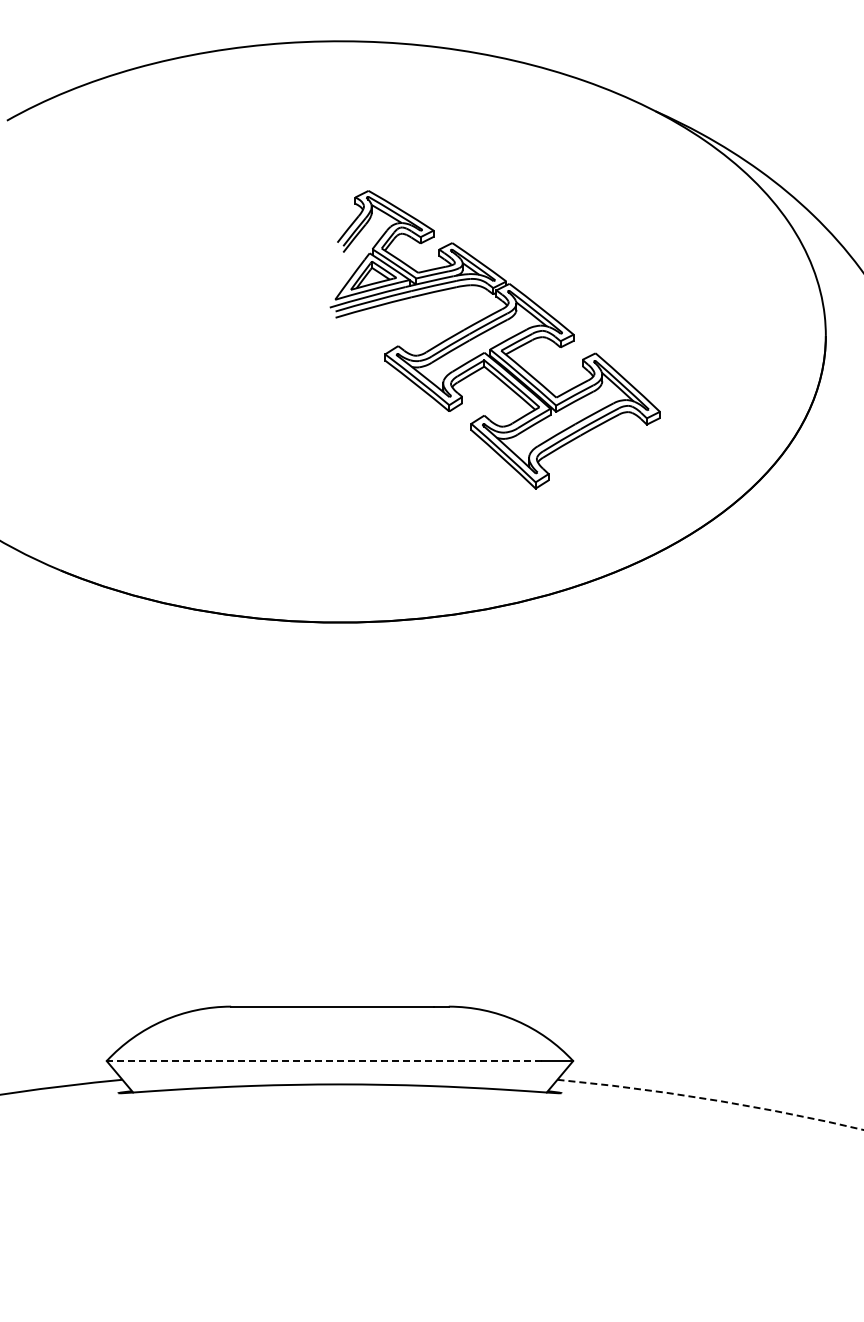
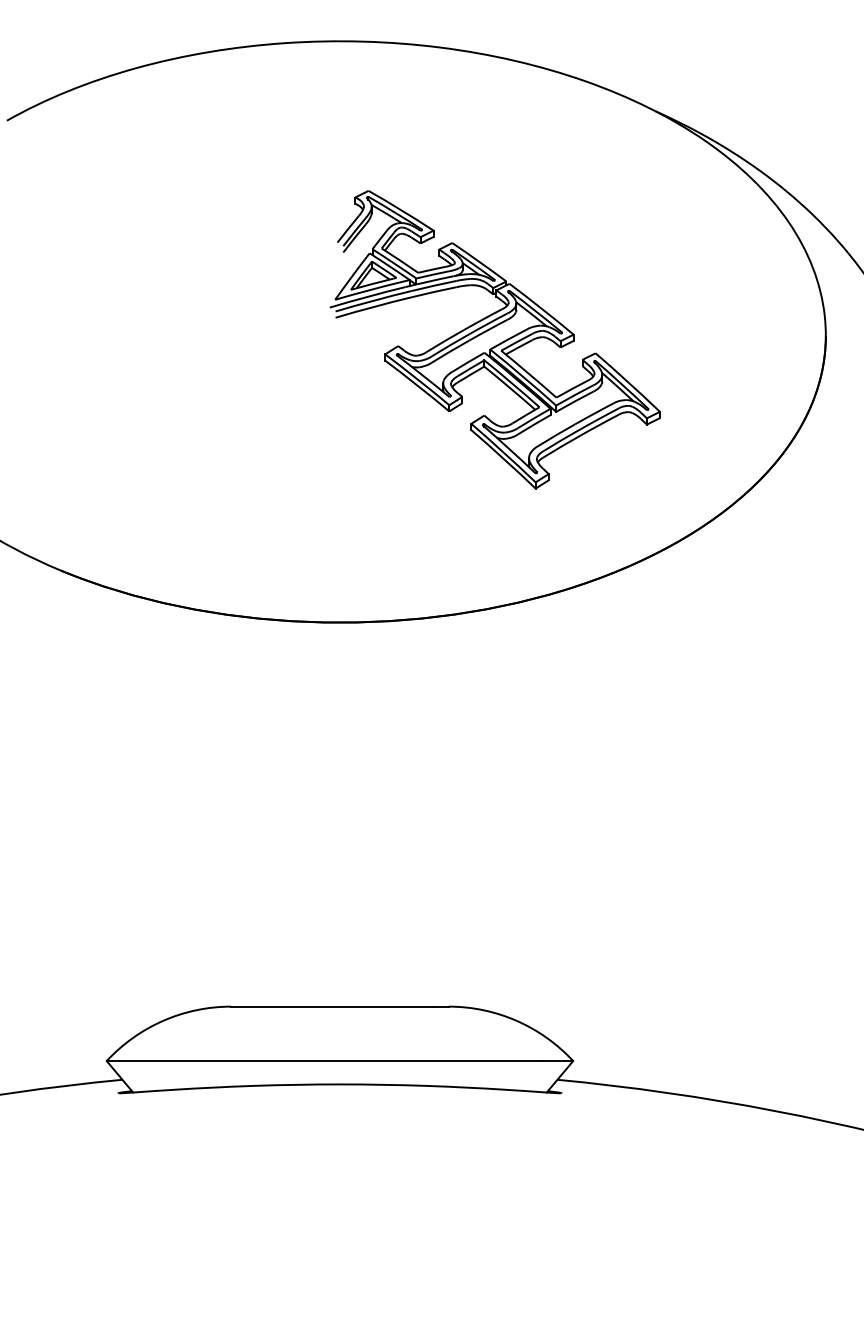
line at (324, 1061): dashed -> solid
arc at (713, 1100): dashed -> solid
